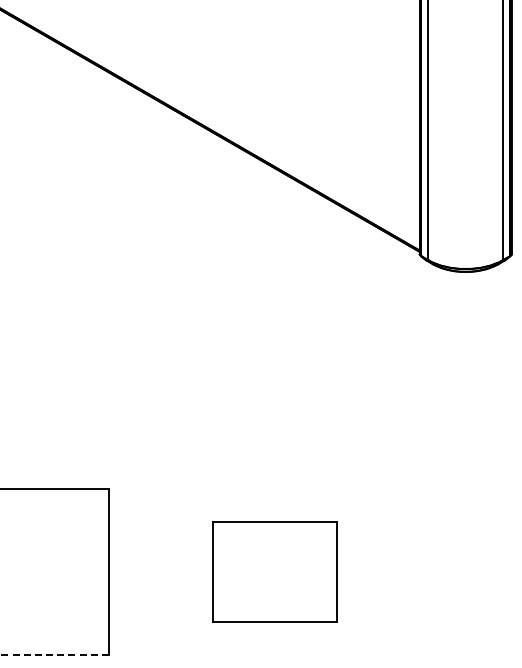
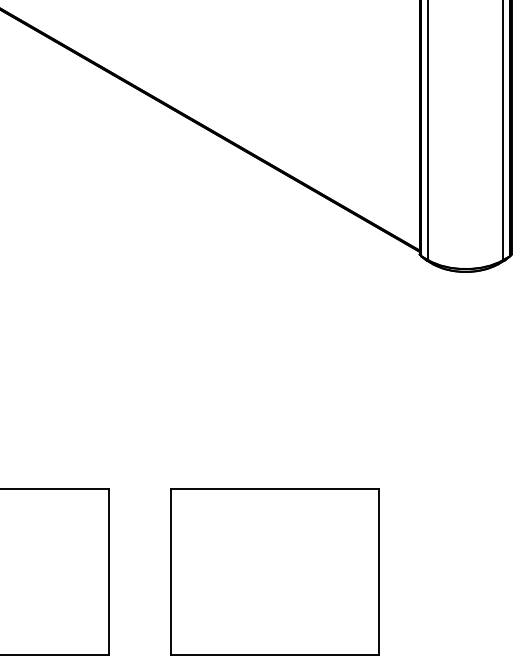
part at (274, 571) size: 126x102 px -> 210x168 px
line at (54, 655): dashed -> solid
